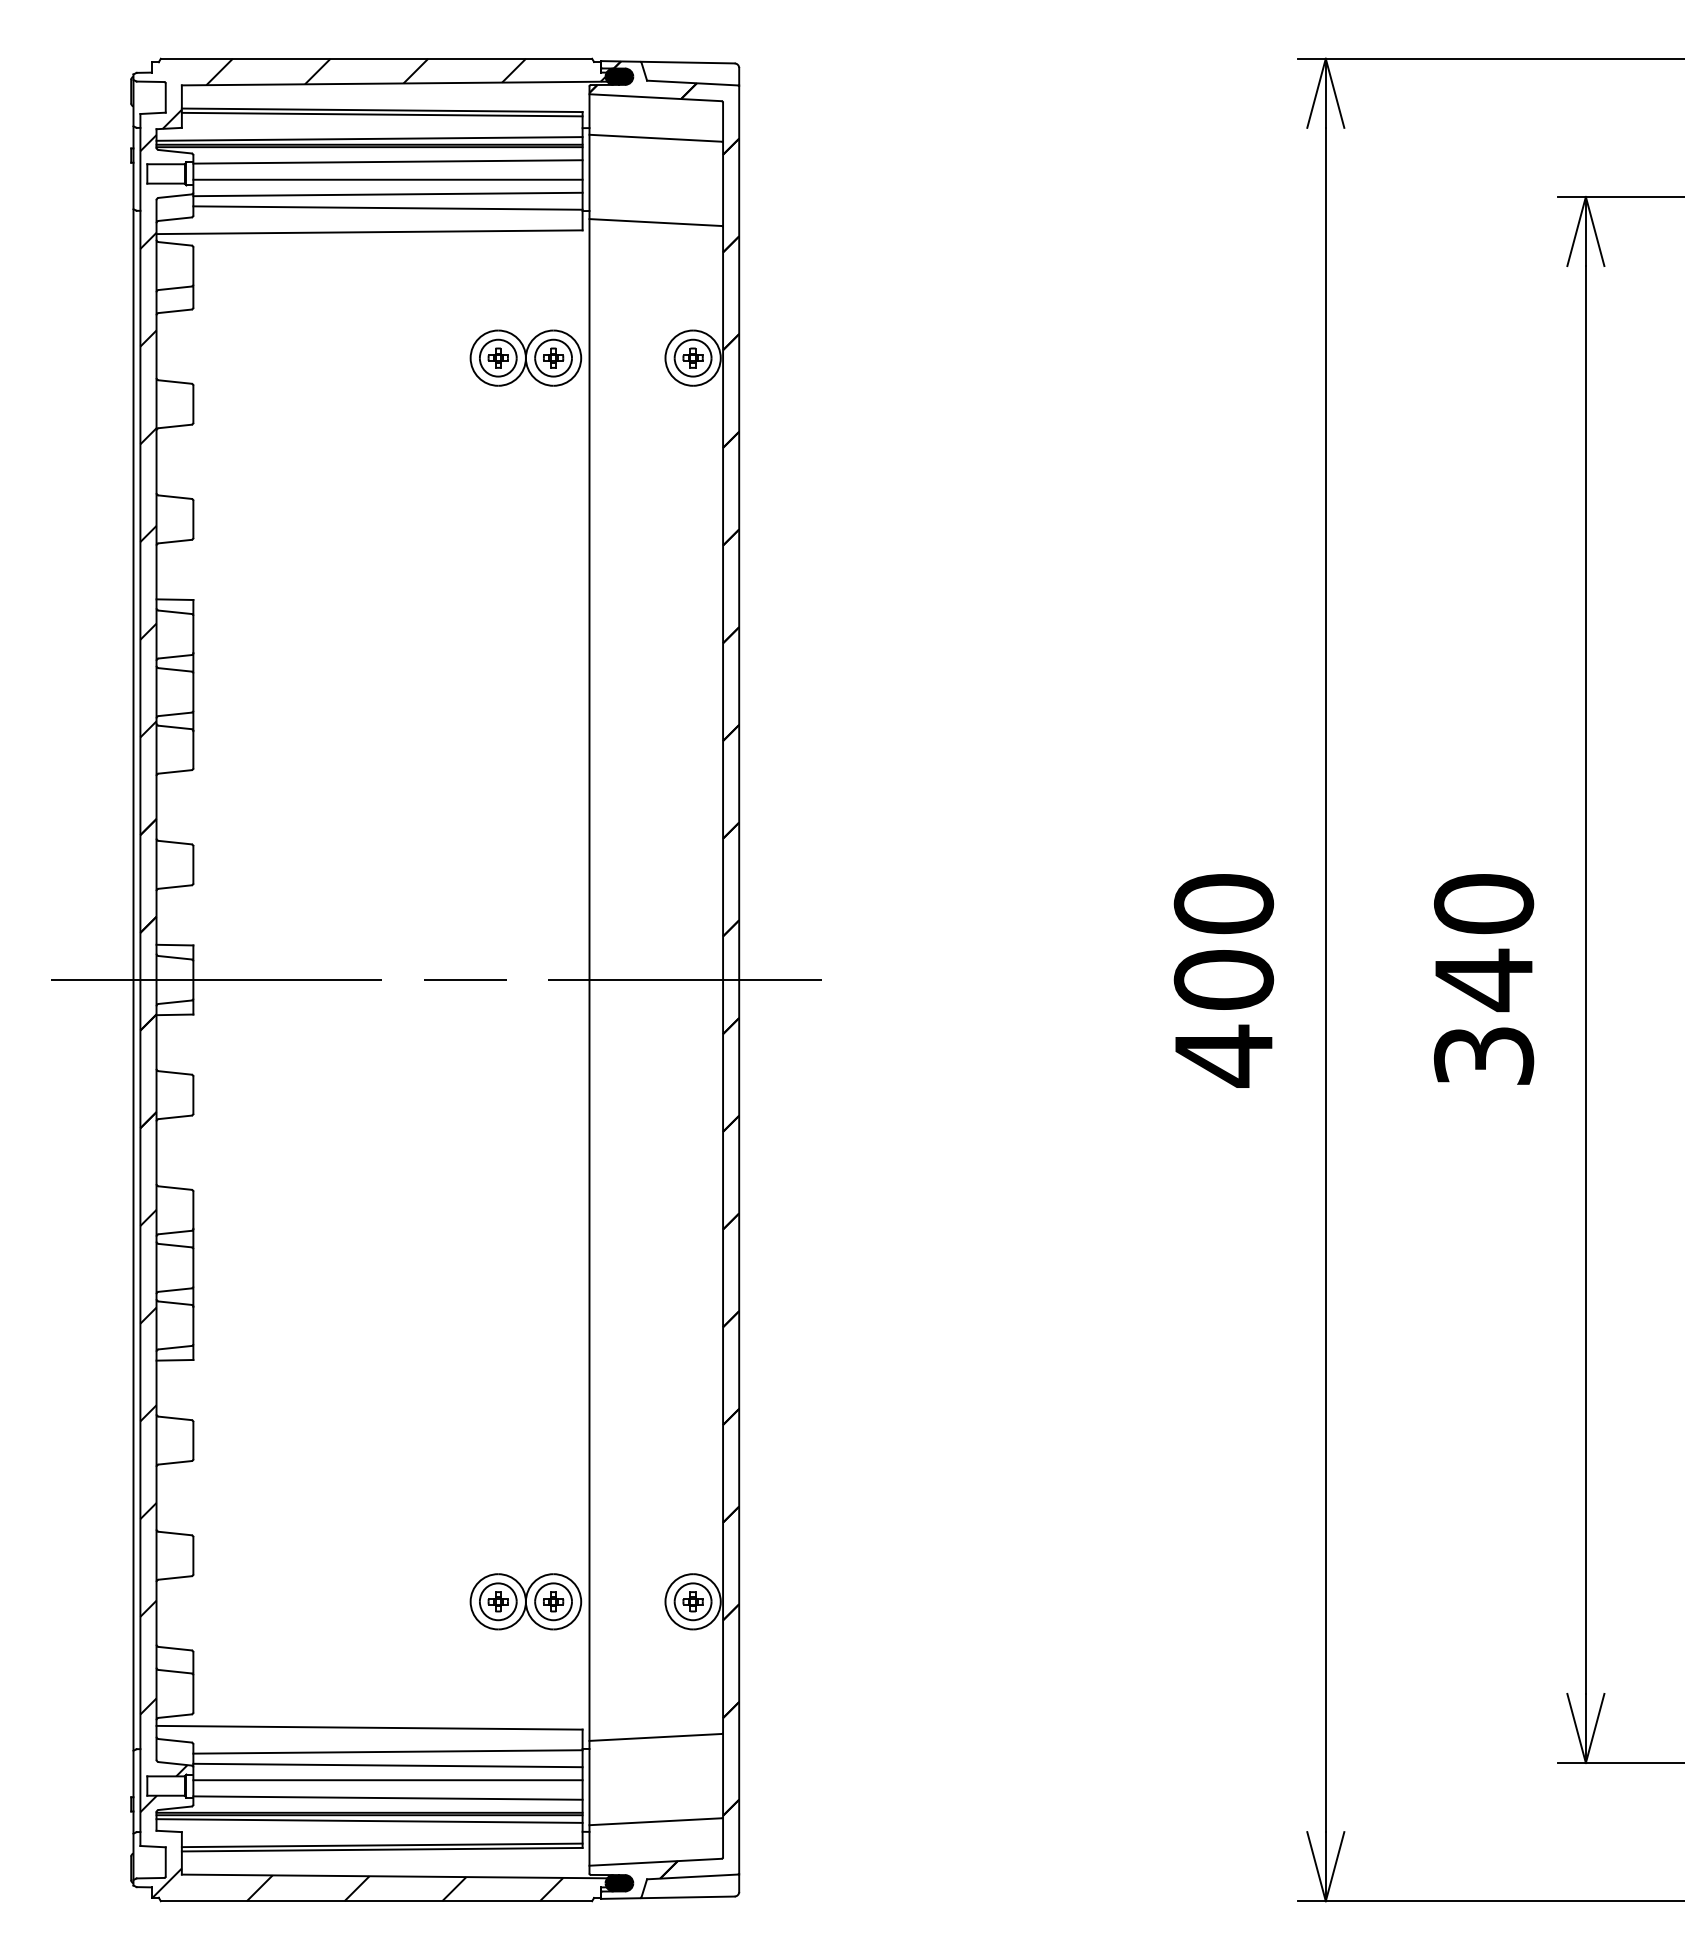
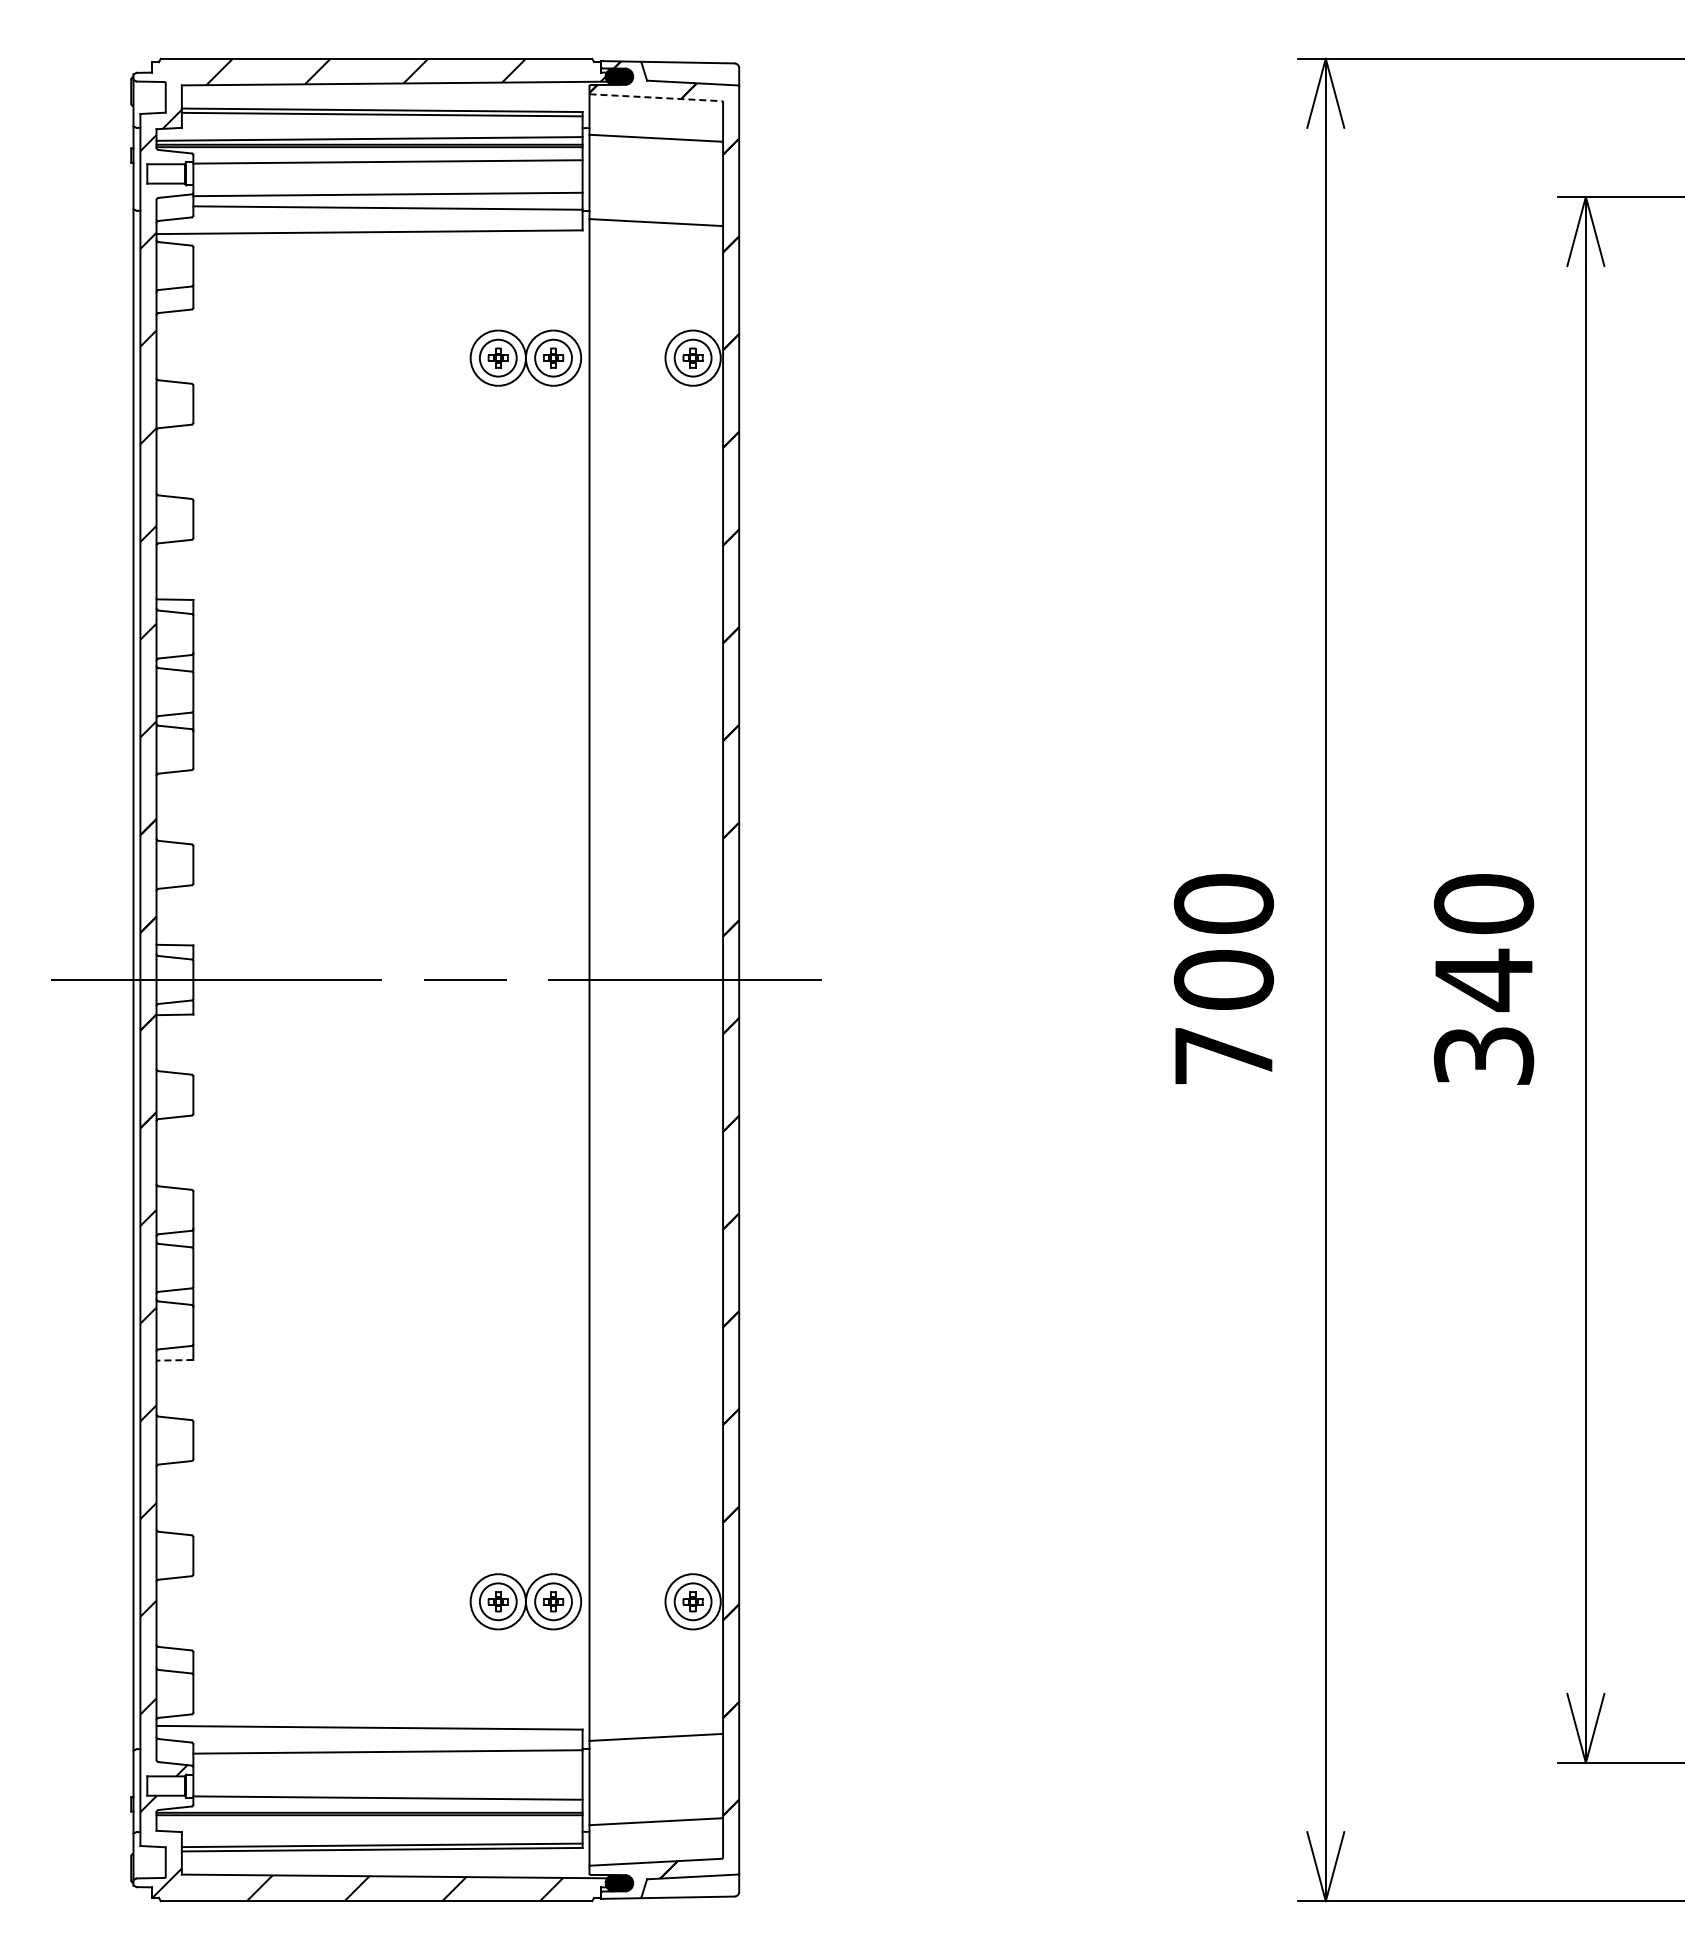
line at (656, 97): solid -> dashed
line at (387, 179): present -> none
text at (1223, 1055): 400 -> 700
line at (174, 1360): solid -> dashed
line at (387, 1765): present -> none
line at (387, 1780): present -> none
line at (369, 1820): present -> none
